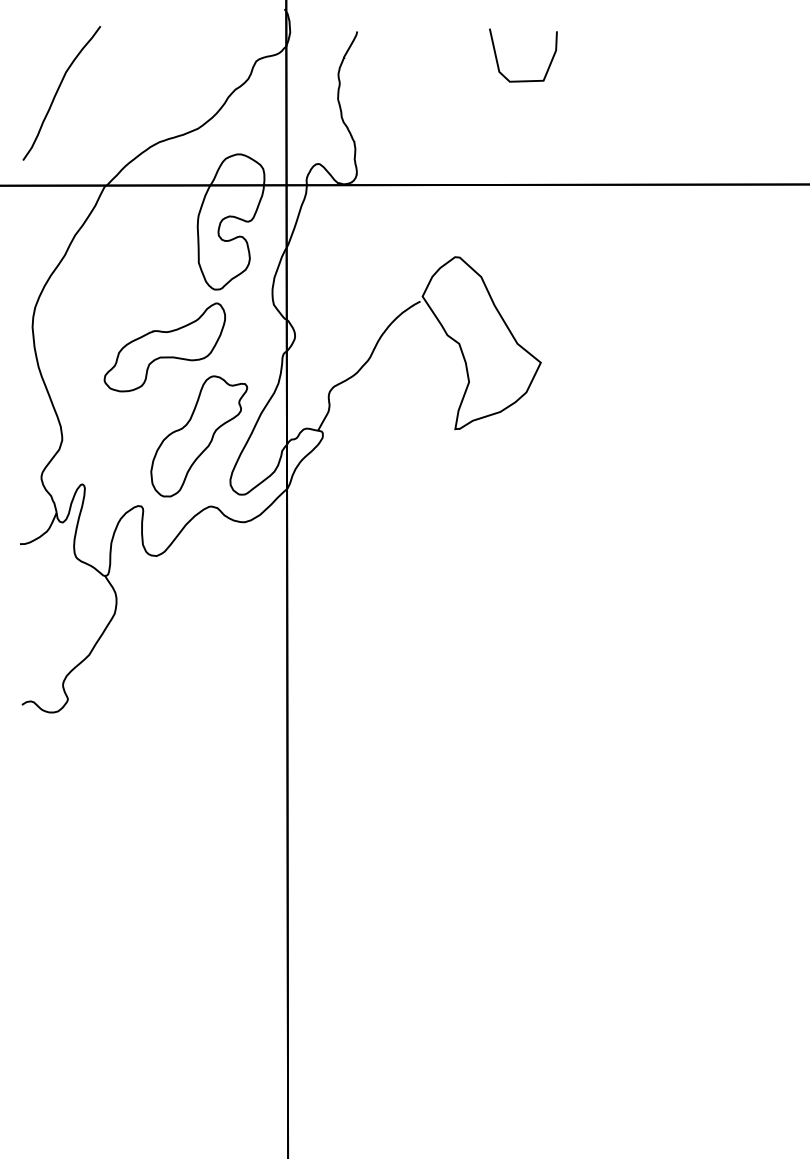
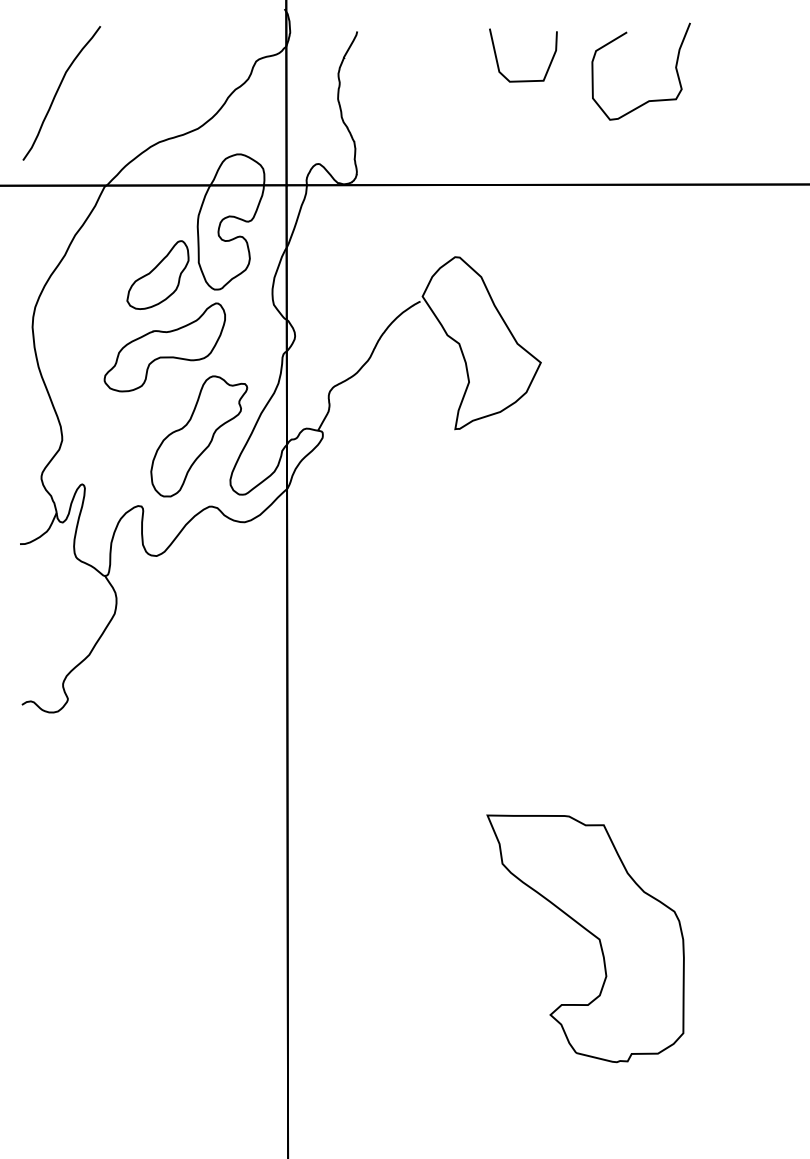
curve at (648, 100): none -> present
part at (157, 274): none -> present
part at (589, 933): none -> present
